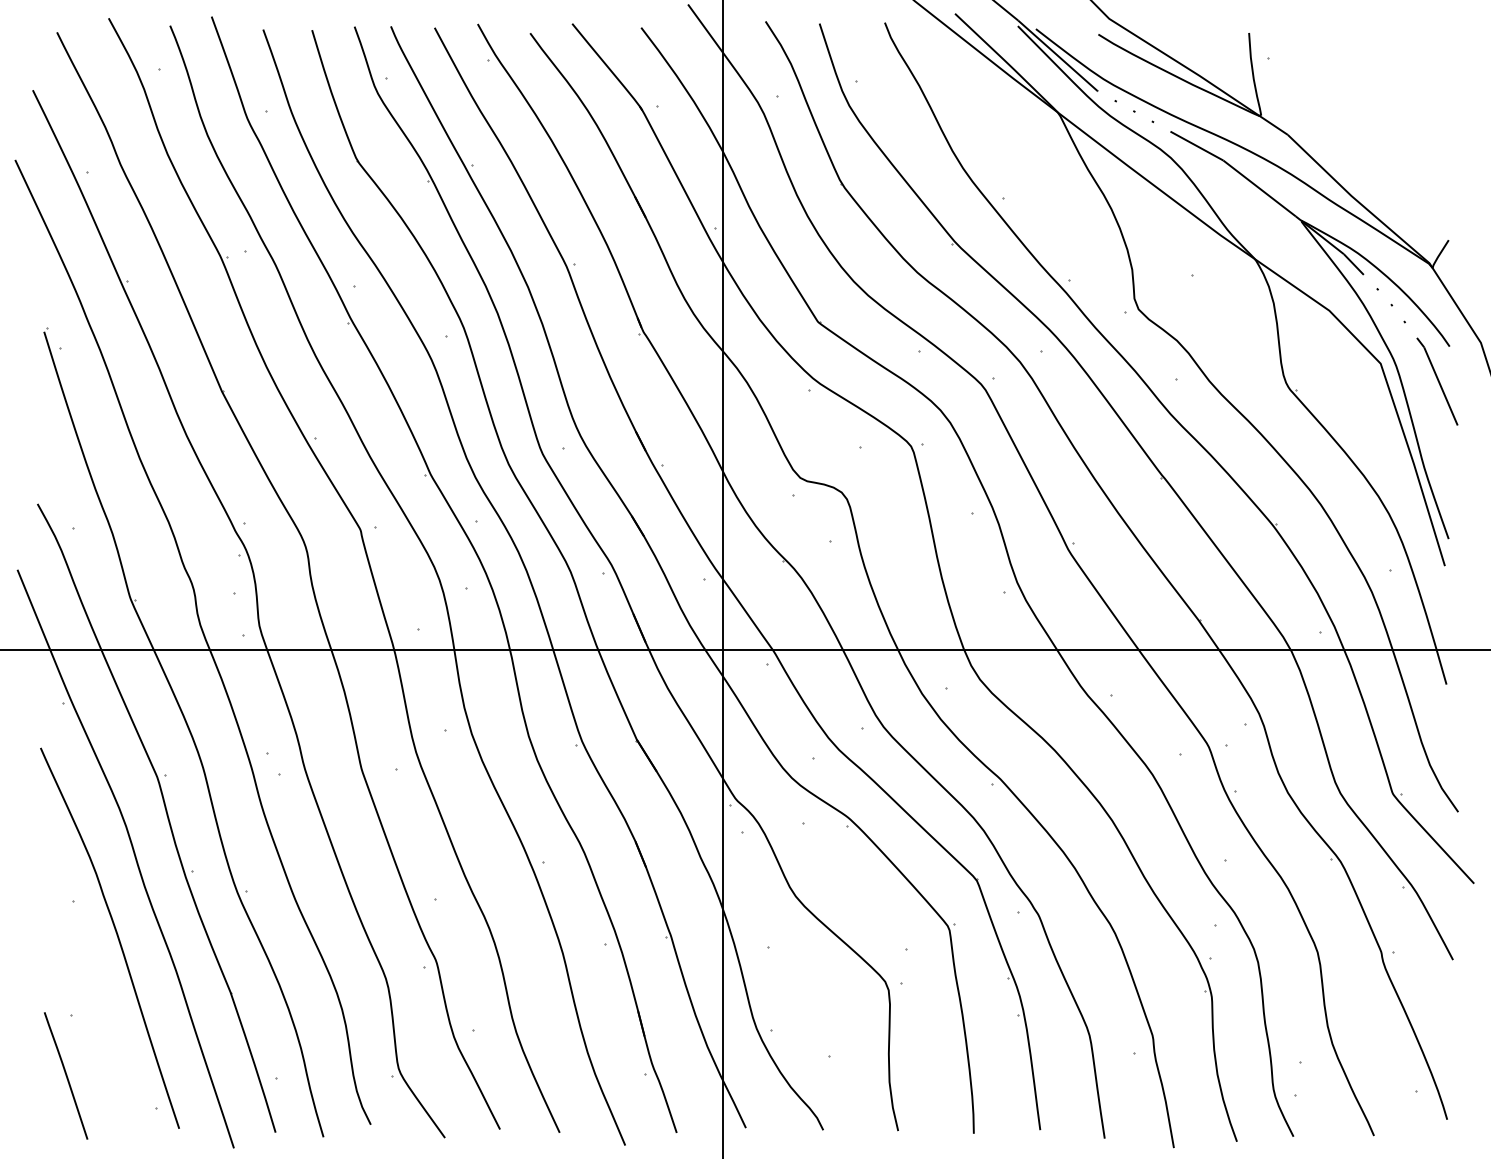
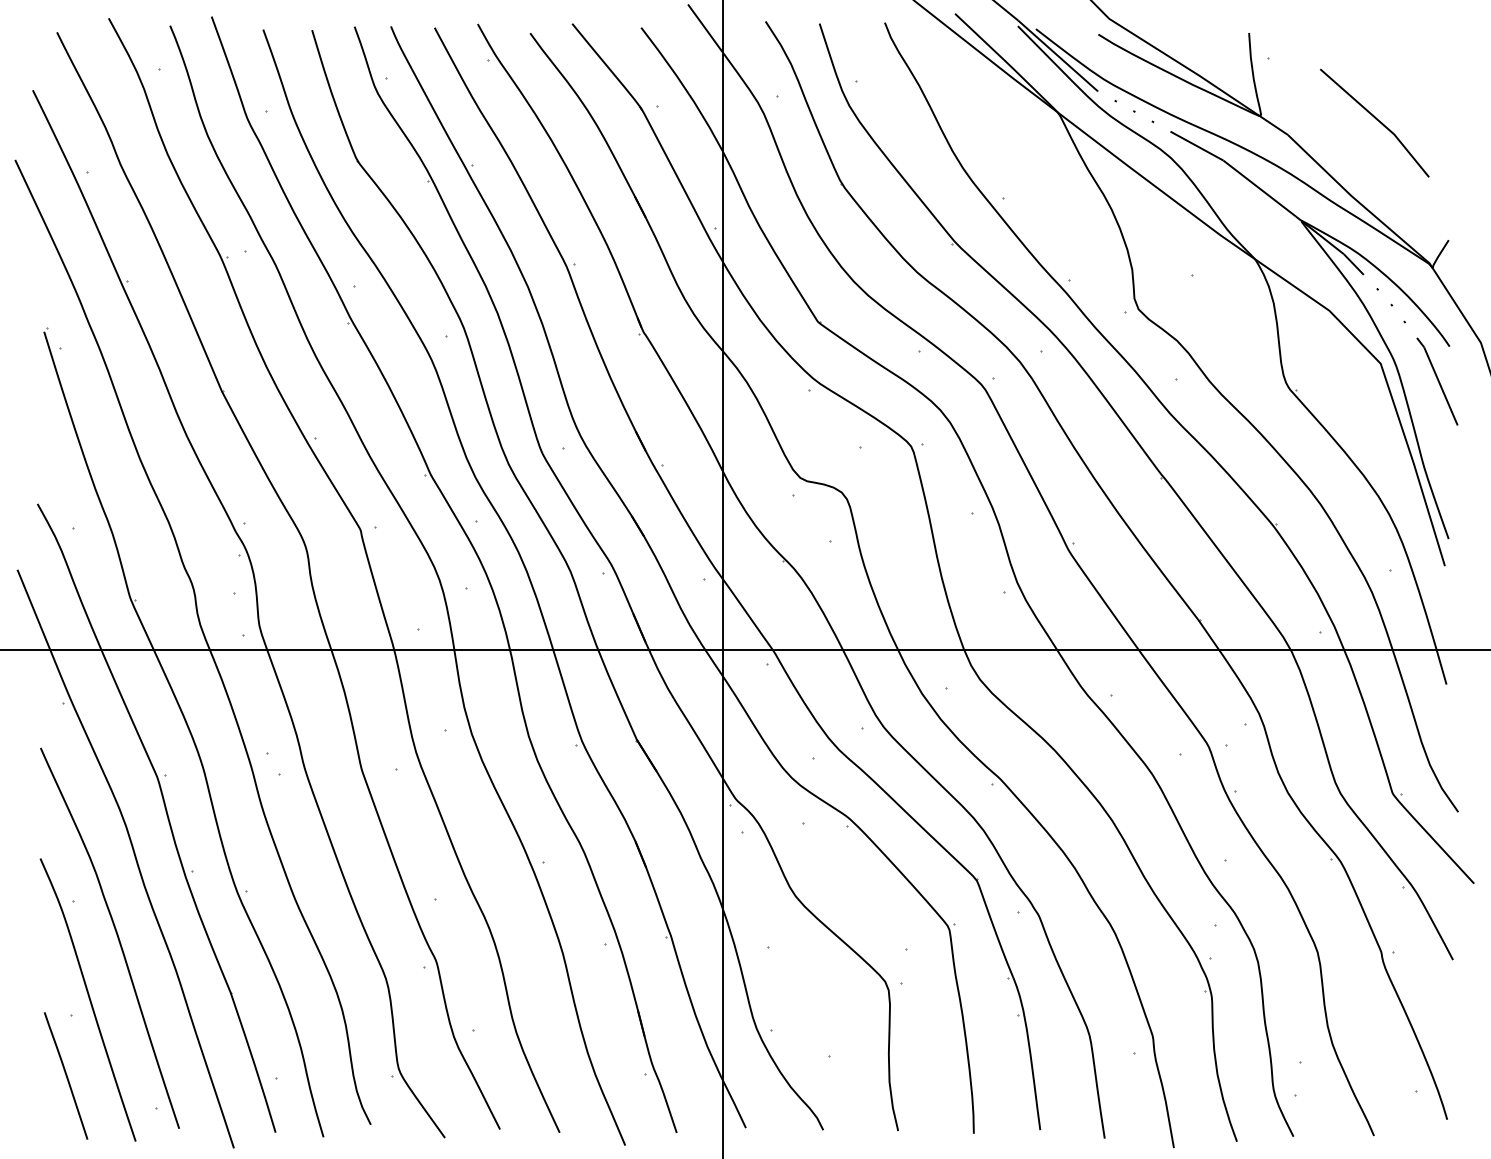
line at (1376, 120): none -> present
curve at (88, 998): none -> present
